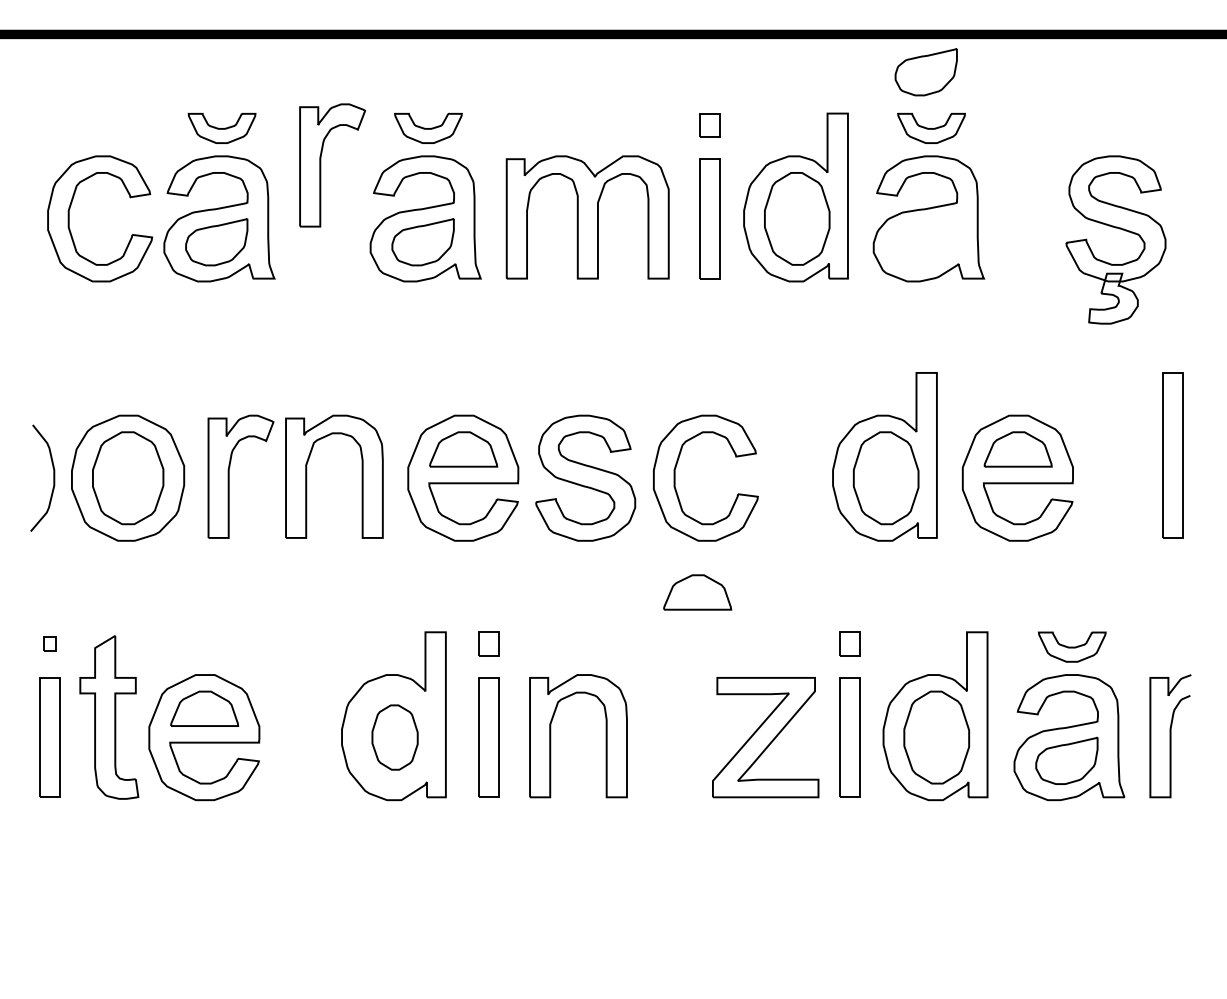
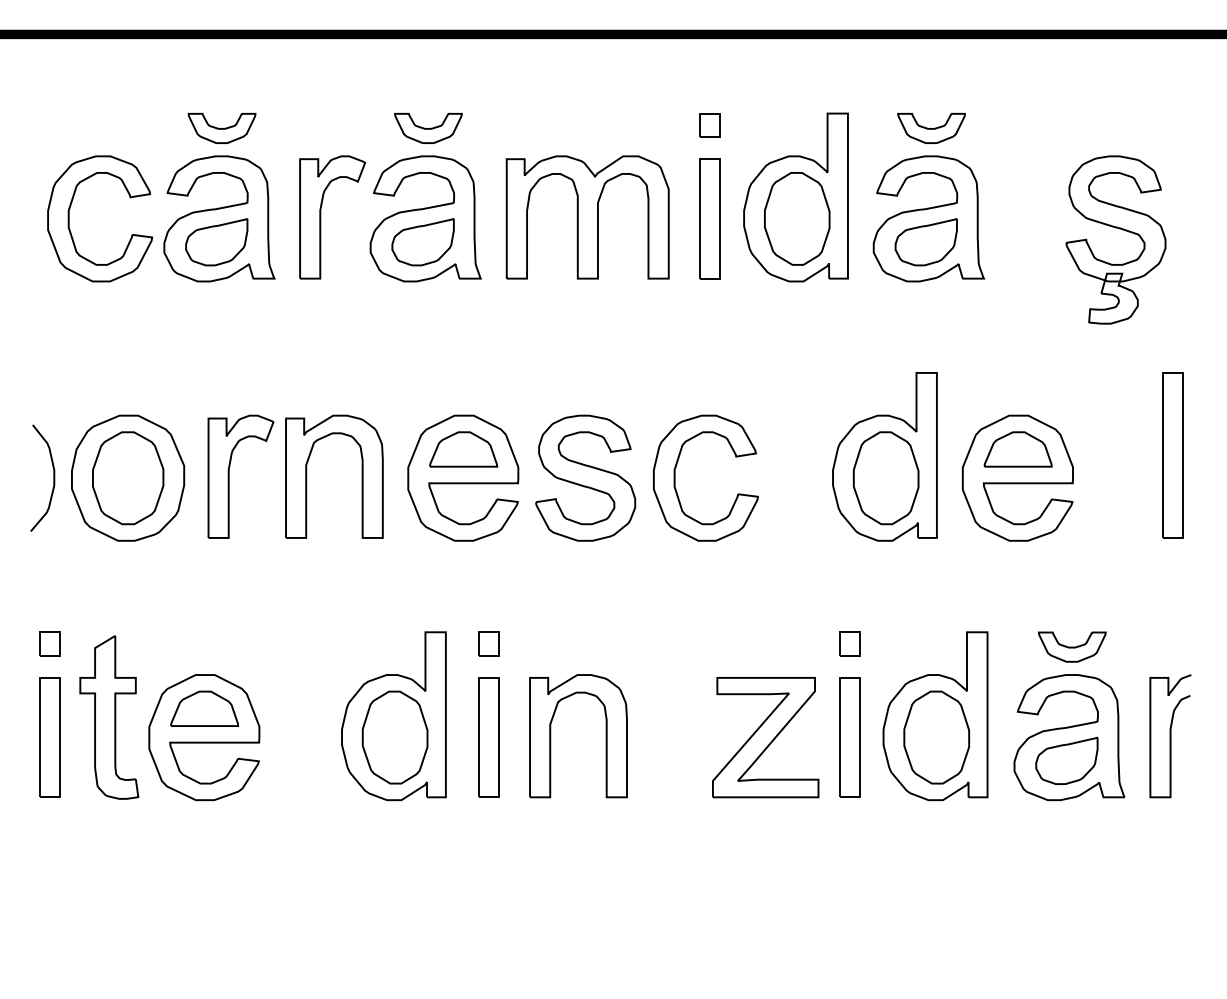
part at (925, 72) position: (925, 72) -> (925, 242)
part at (321, 165) position: (321, 165) -> (321, 217)
part at (697, 592): present -> none
part at (49, 643) size: 14x16 px -> 22x26 px
part at (394, 737) size: 48x67 px -> 68x95 px
